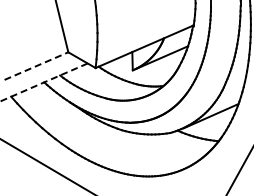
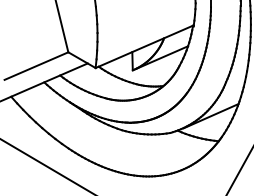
line at (36, 66): dashed -> solid
line at (43, 82): dashed -> solid
